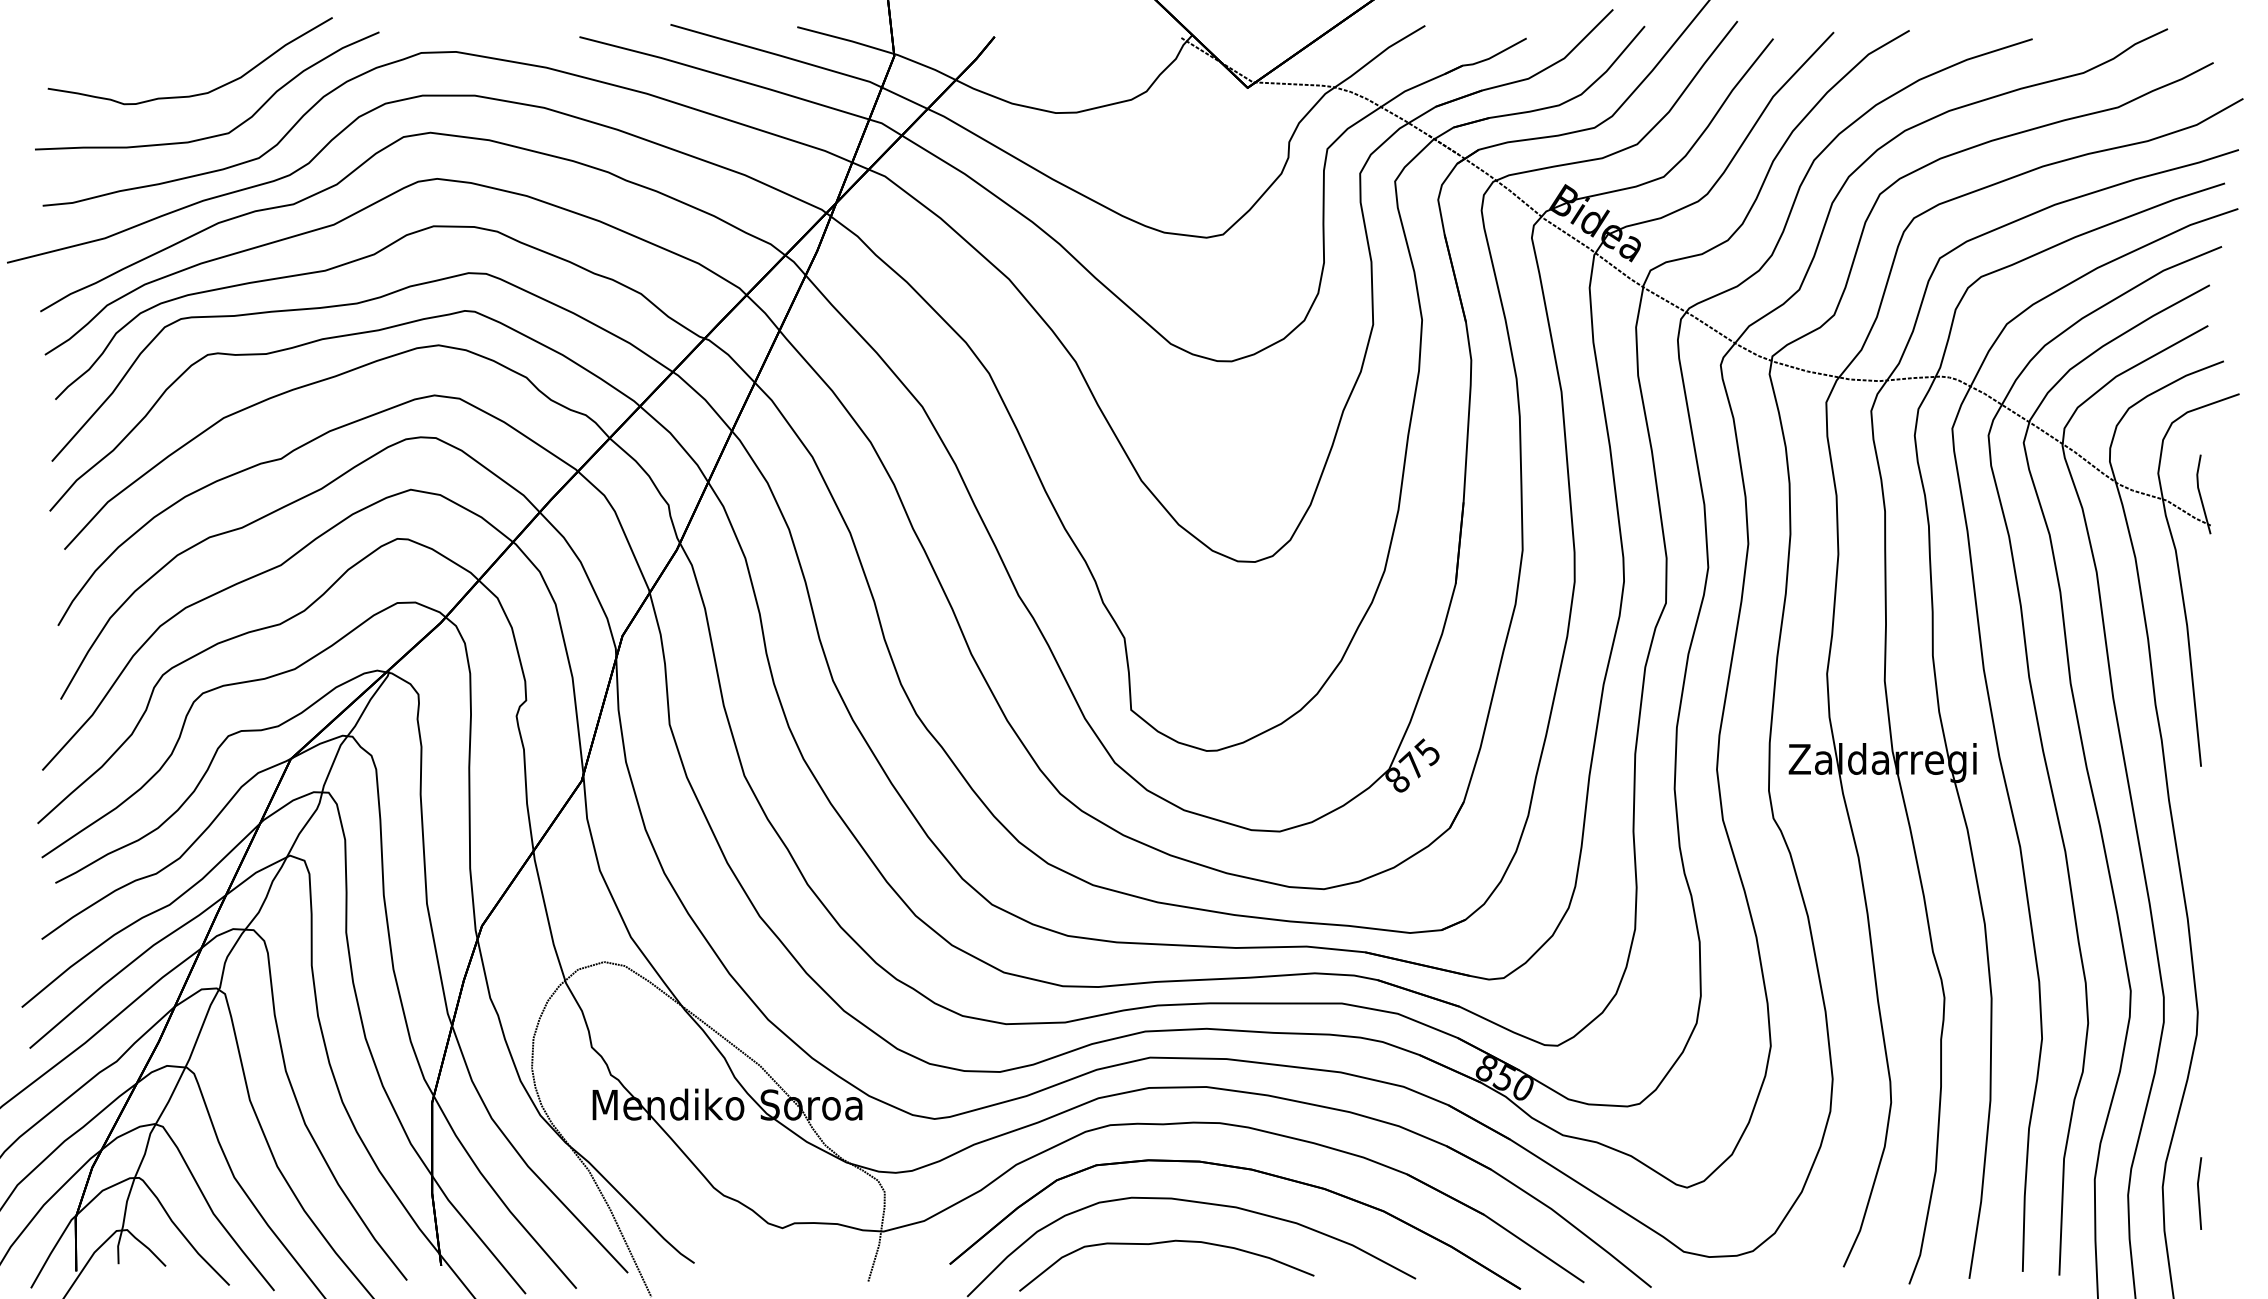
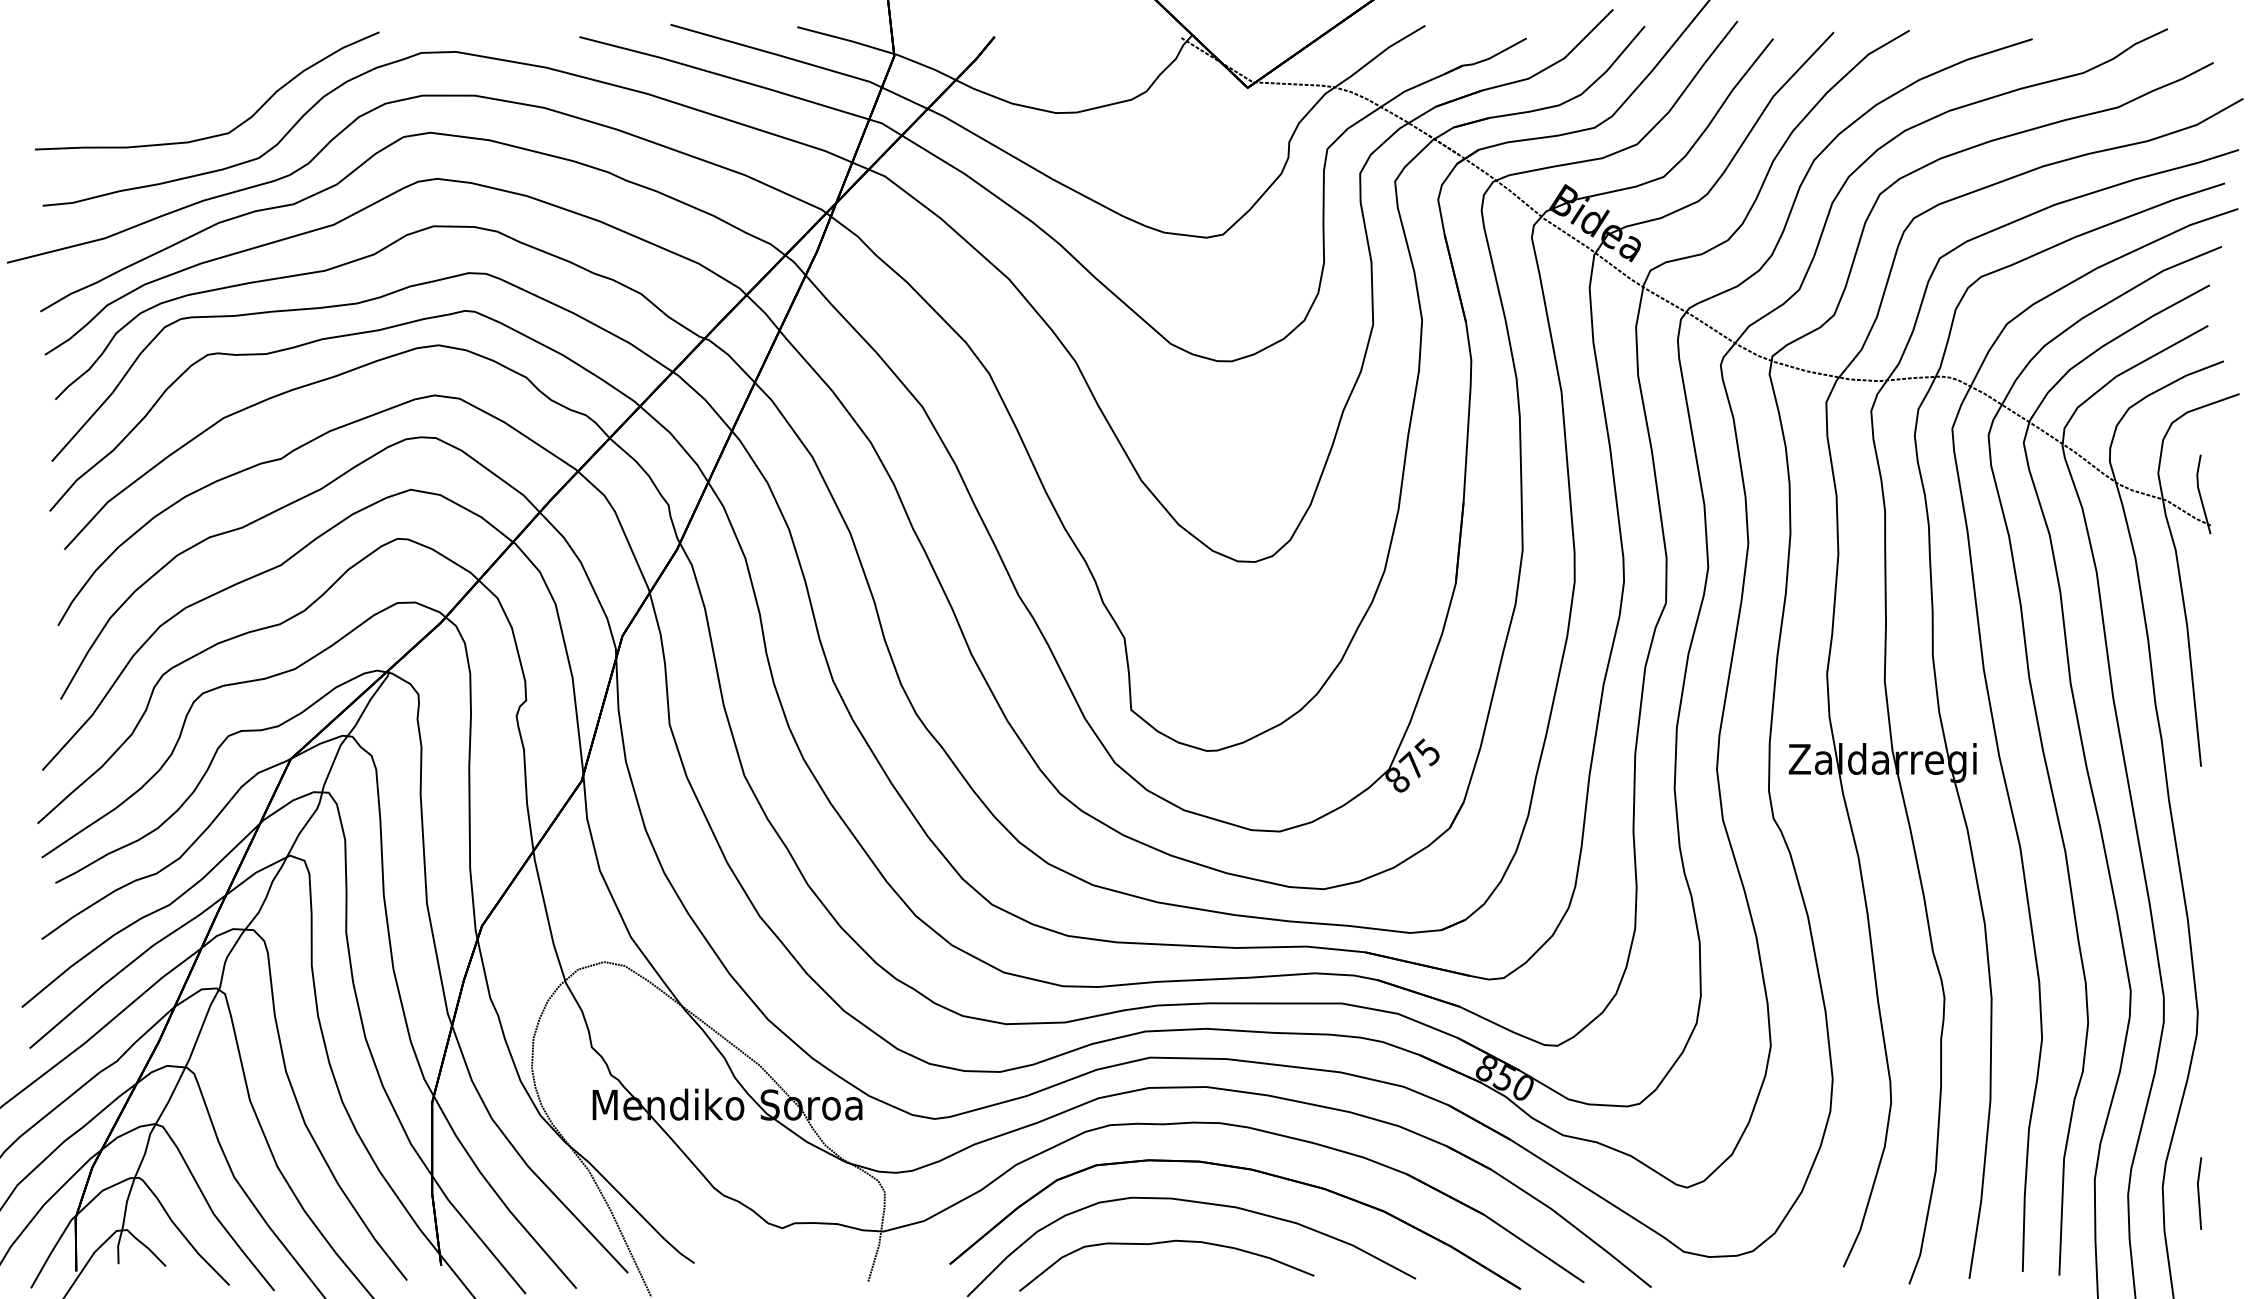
curve at (198, 93): present -> none
